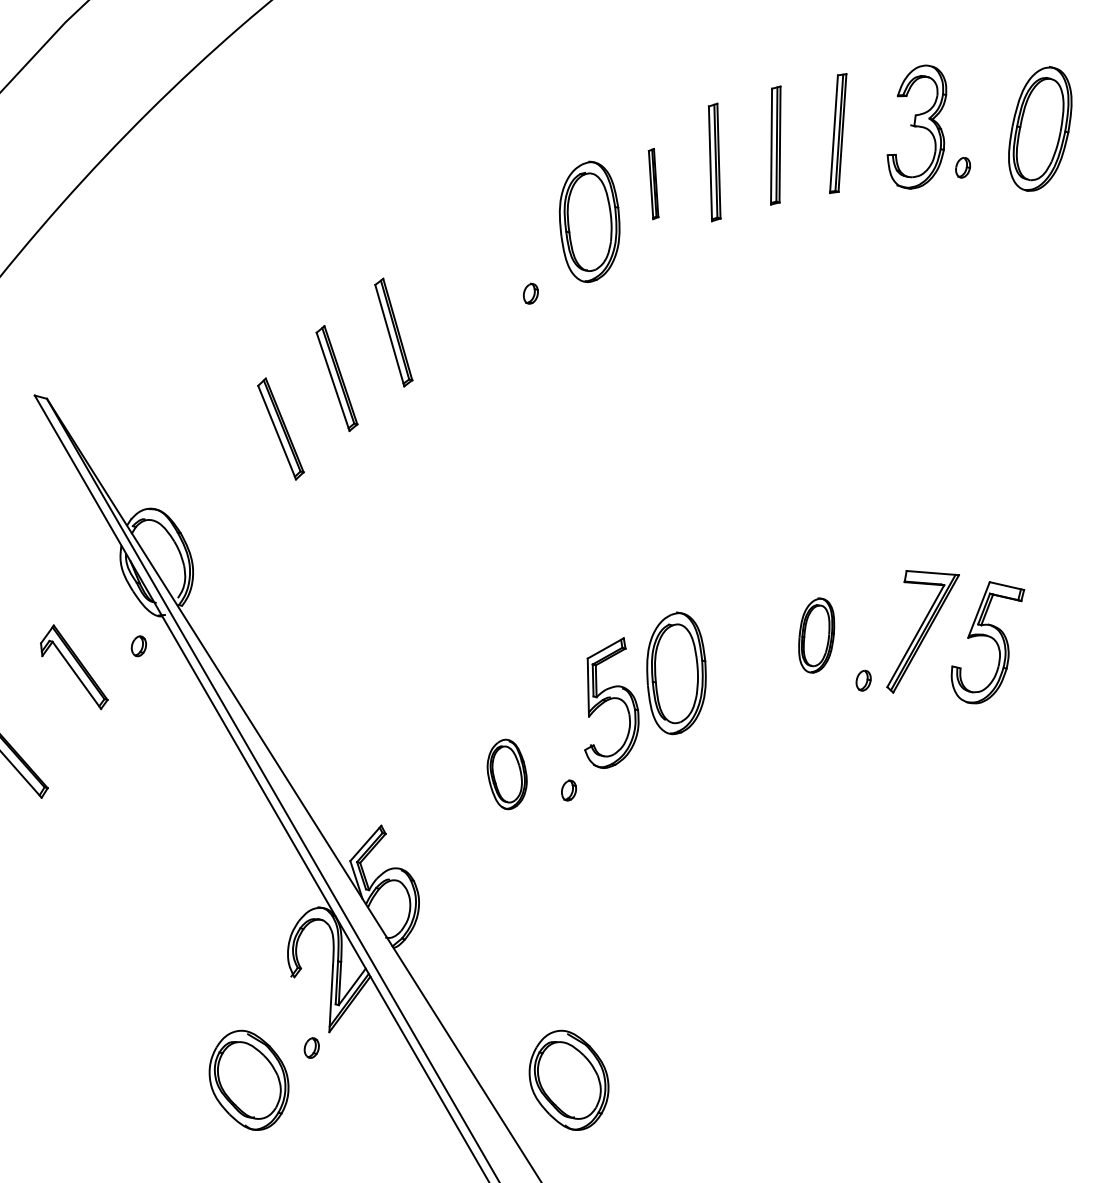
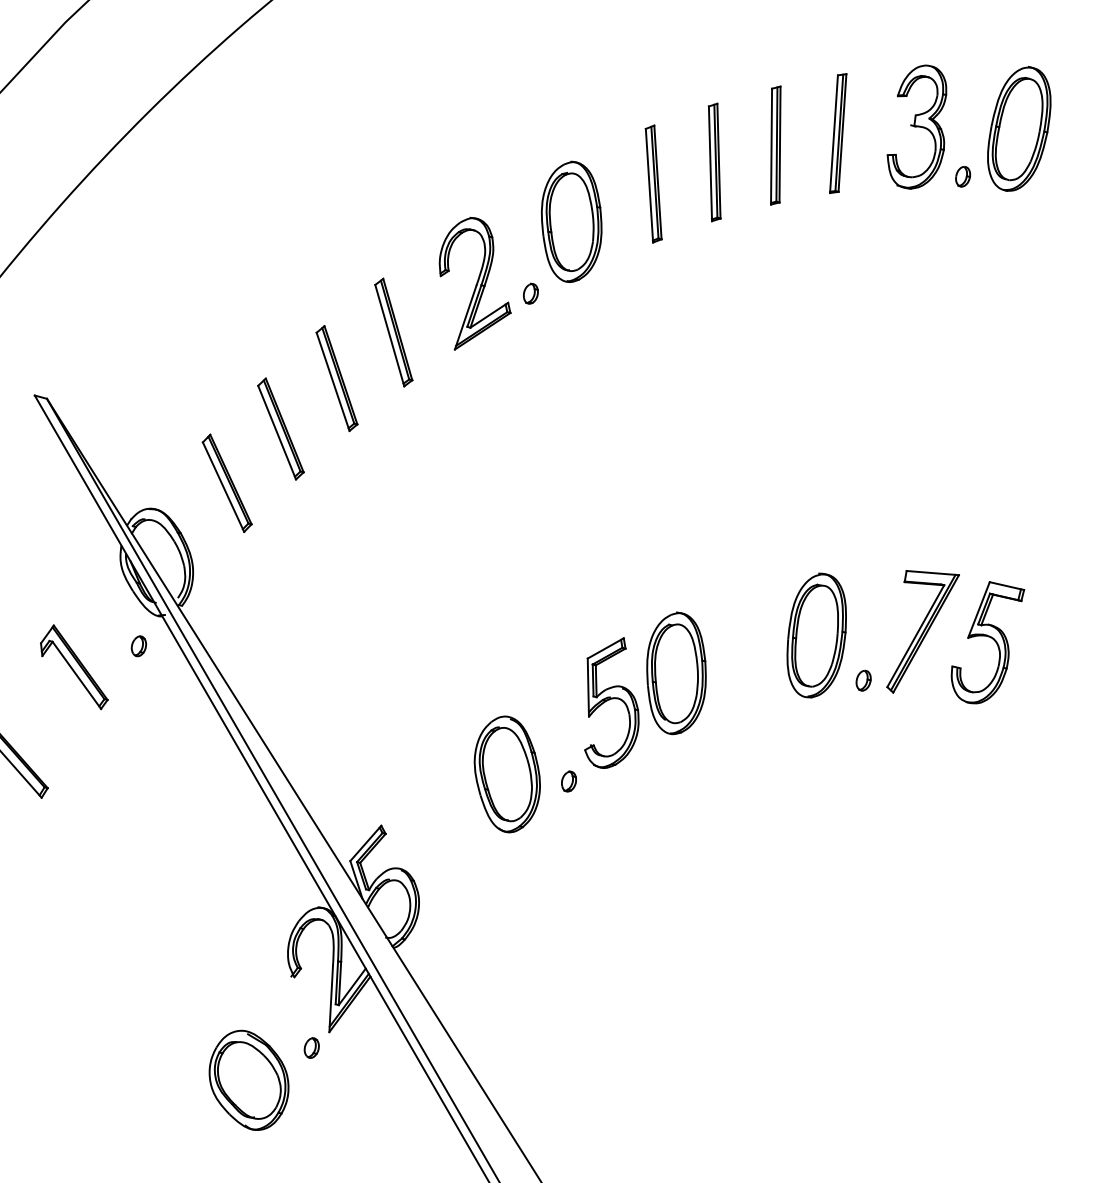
part at (1040, 128) position: (1040, 128) -> (1019, 128)
part at (963, 167) position: (963, 167) -> (963, 176)
part at (653, 184) size: 13x73 px -> 19x120 px
part at (589, 221) position: (589, 221) -> (571, 221)
part at (474, 283): none -> present
part at (226, 482): none -> present
part at (816, 635) size: 38x77 px -> 61x127 px
part at (506, 774) size: 42x73 px -> 68x119 px
part at (568, 790) position: (568, 790) -> (568, 781)
part at (568, 1079): present -> none
